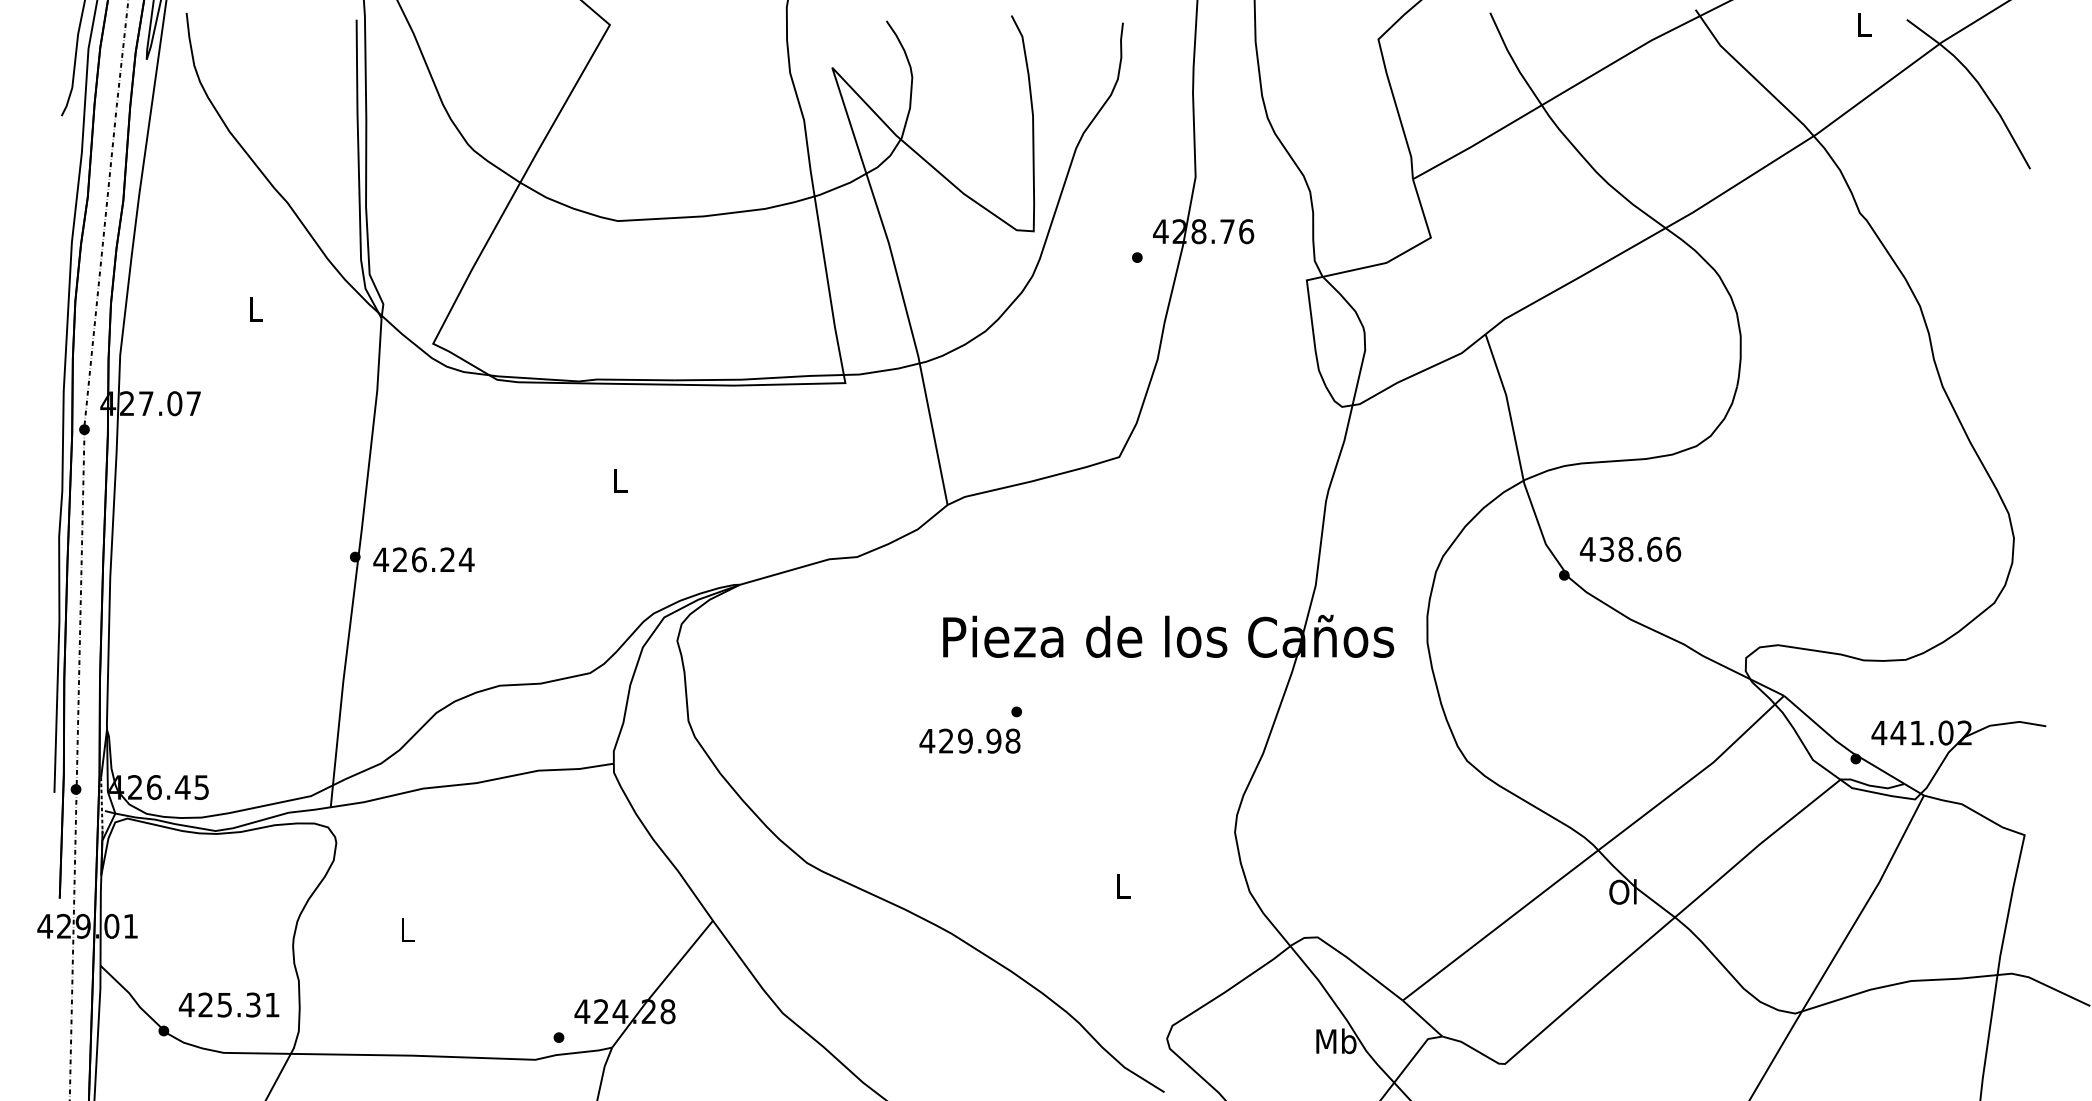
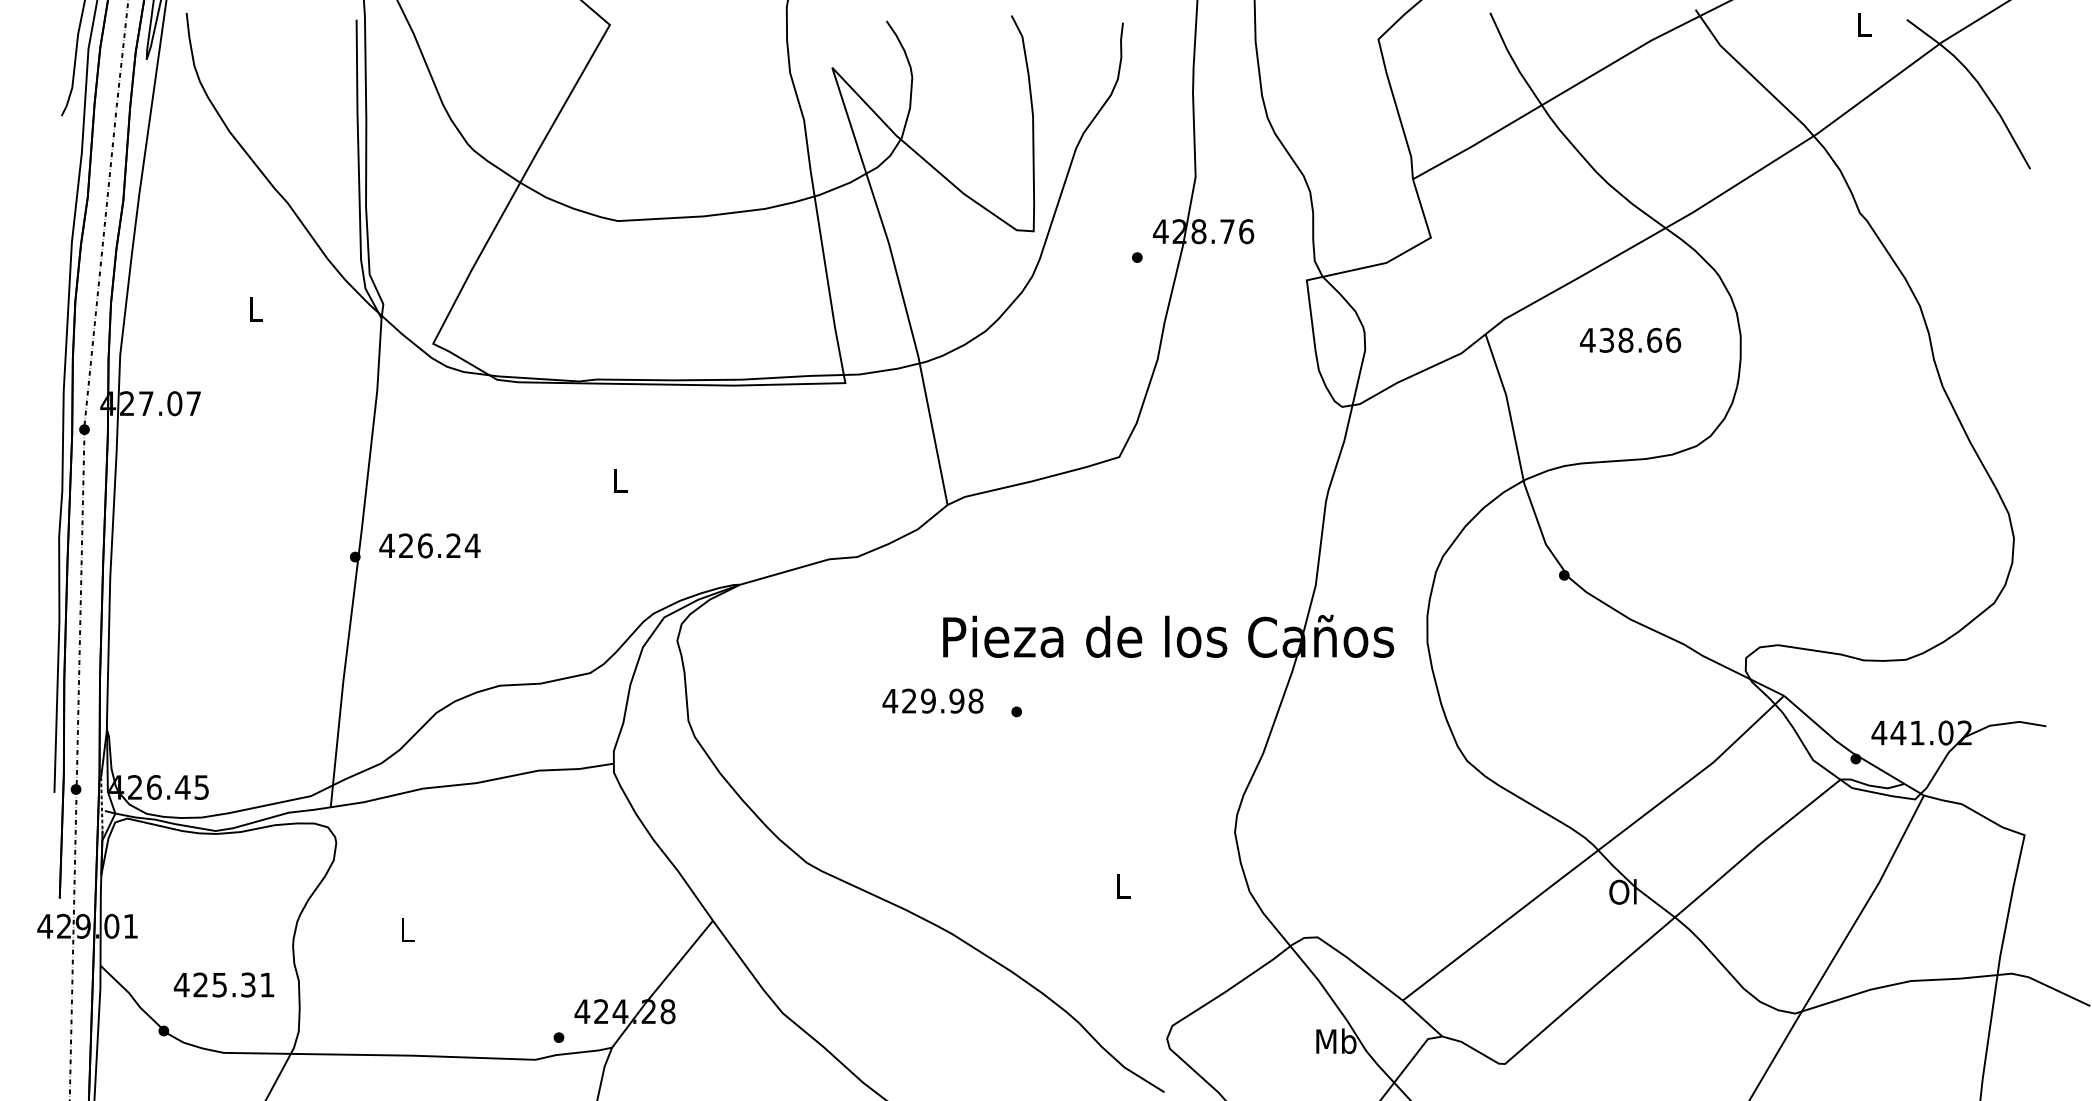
text at (1630, 548) position: (1630, 548) -> (1630, 339)
text at (423, 559) position: (423, 559) -> (429, 545)
text at (969, 740) position: (969, 740) -> (932, 700)
text at (228, 1004) position: (228, 1004) -> (223, 984)
